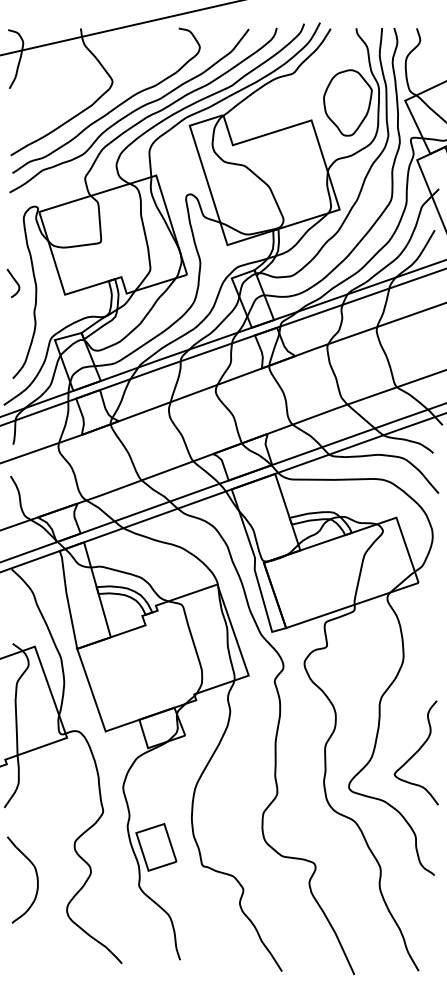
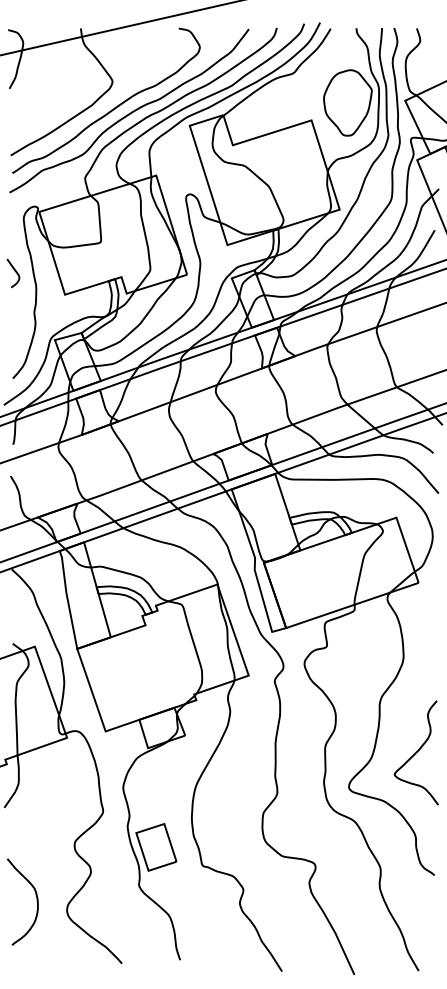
curve at (14, 281) position: (14, 281) -> (14, 271)
curve at (36, 879) position: (36, 879) -> (36, 901)
